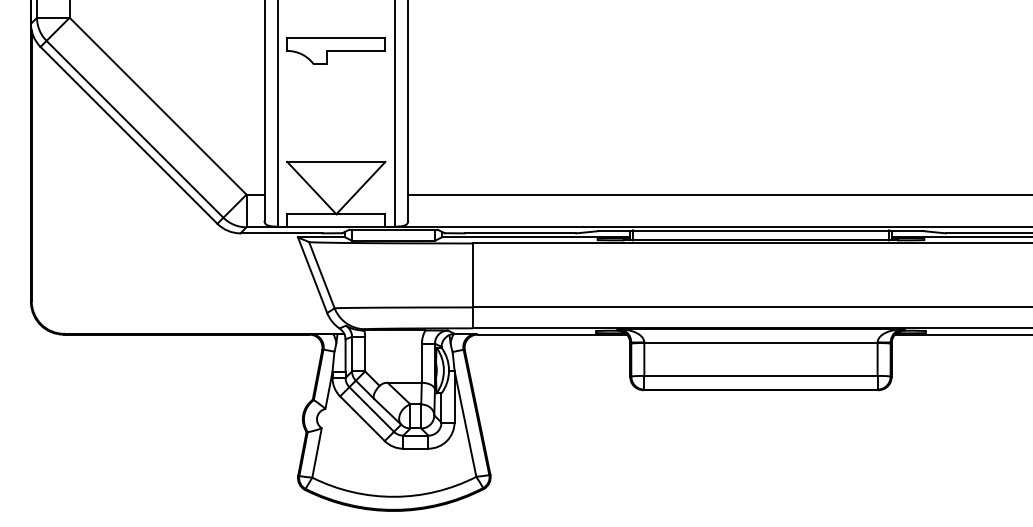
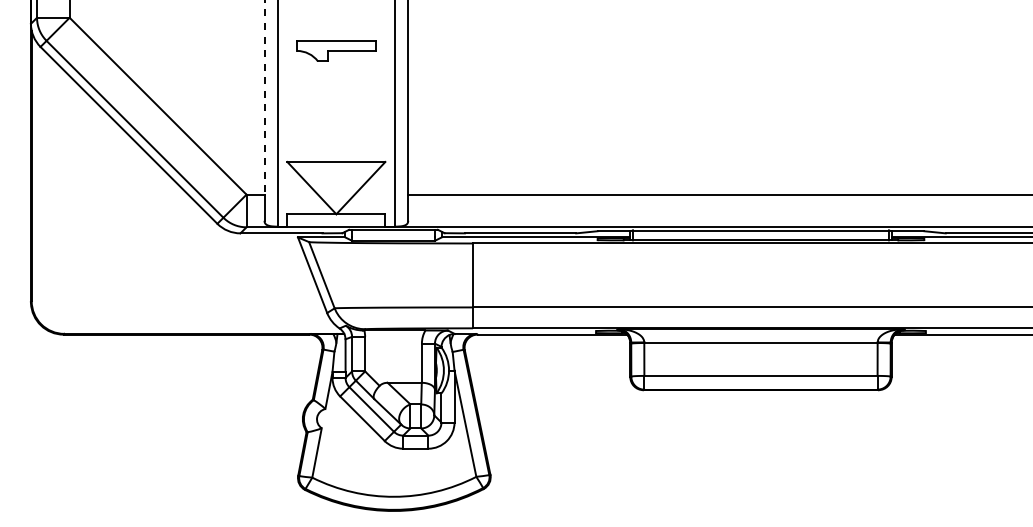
part at (335, 50) size: 100x28 px -> 81x22 px
line at (264, 97): solid -> dashed
